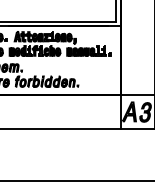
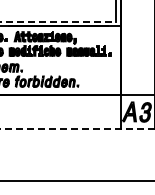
line at (58, 21): solid -> dashed
line at (77, 129): solid -> dashed
